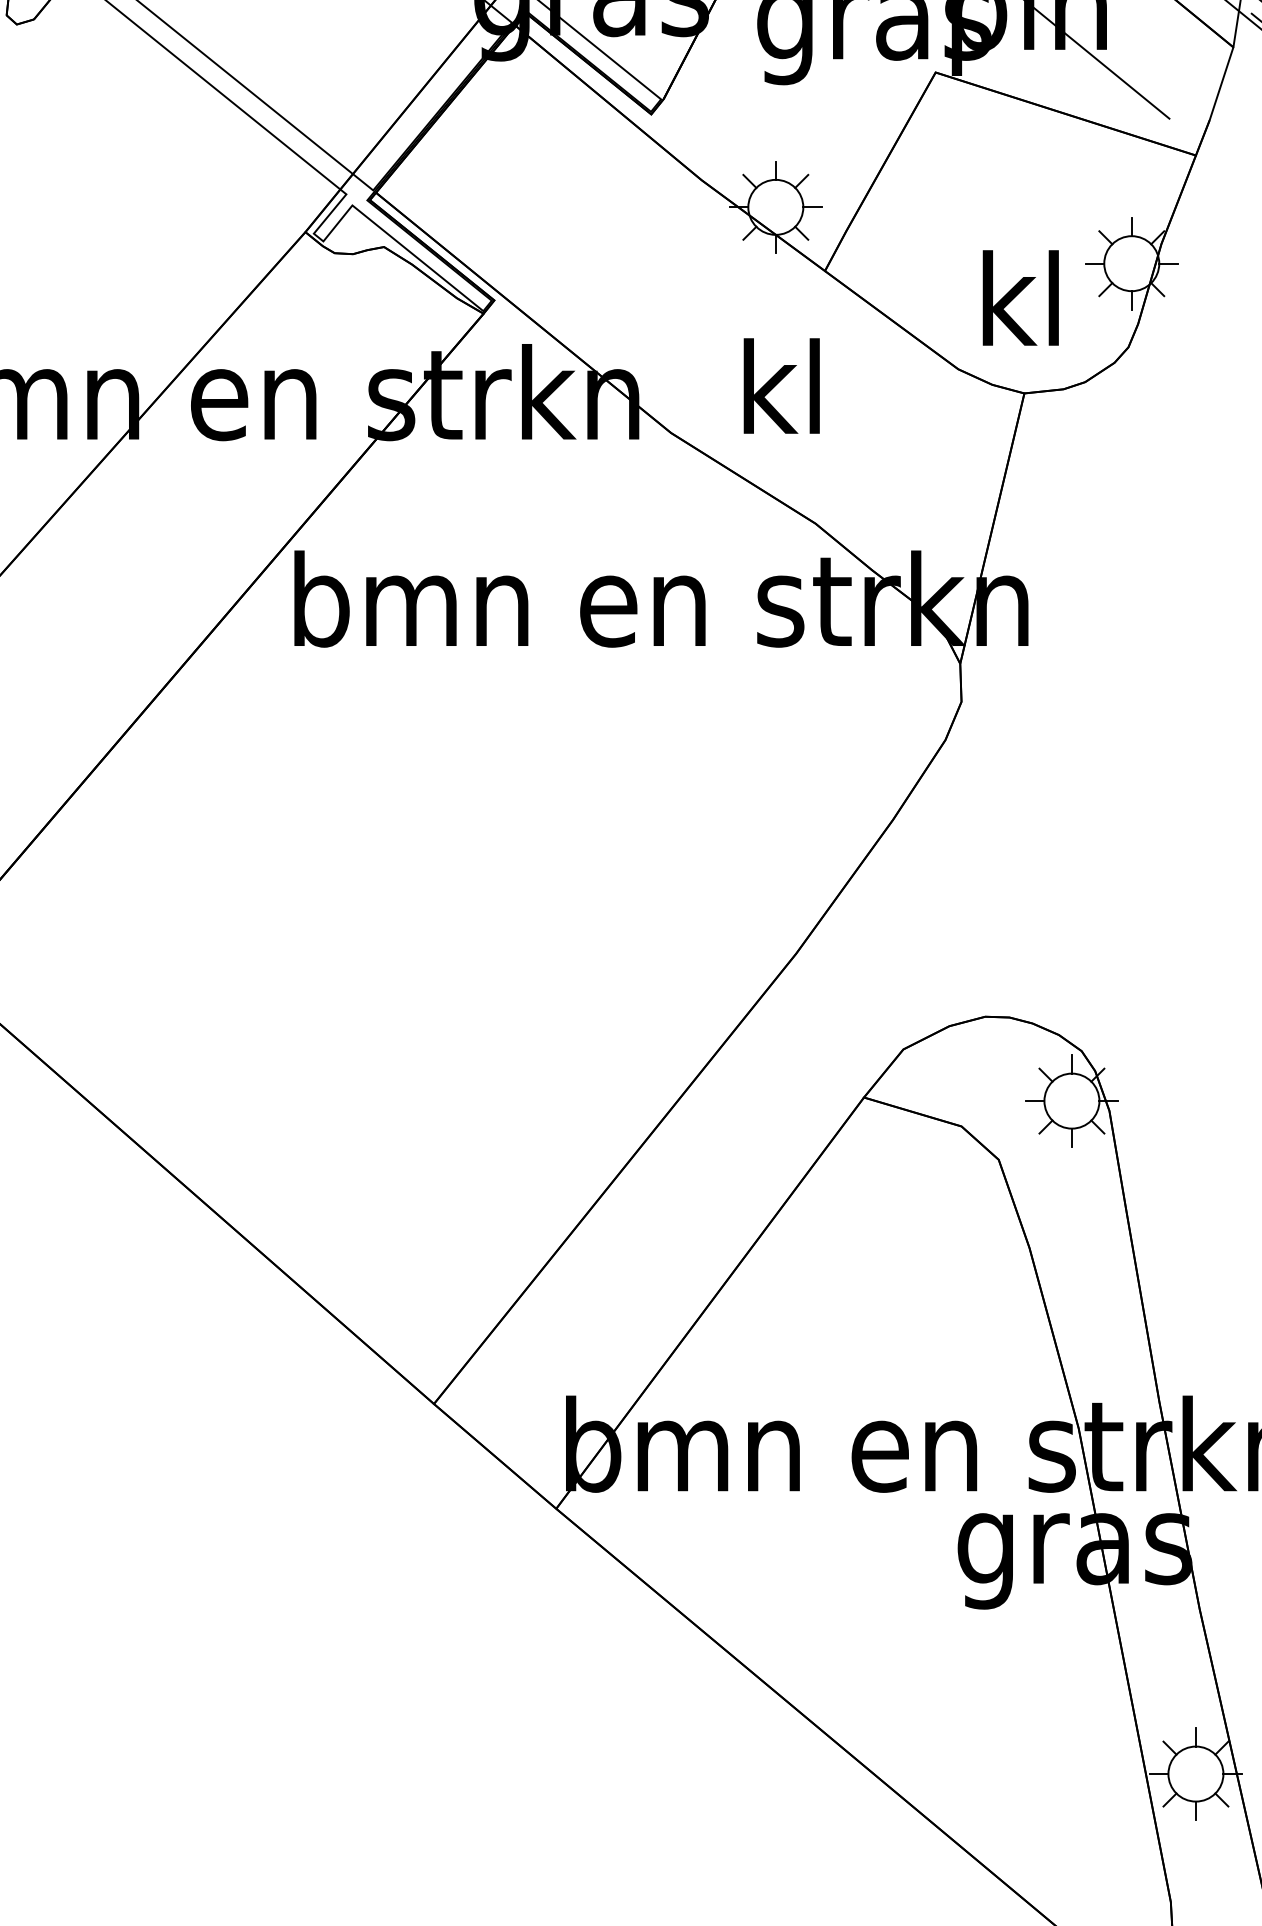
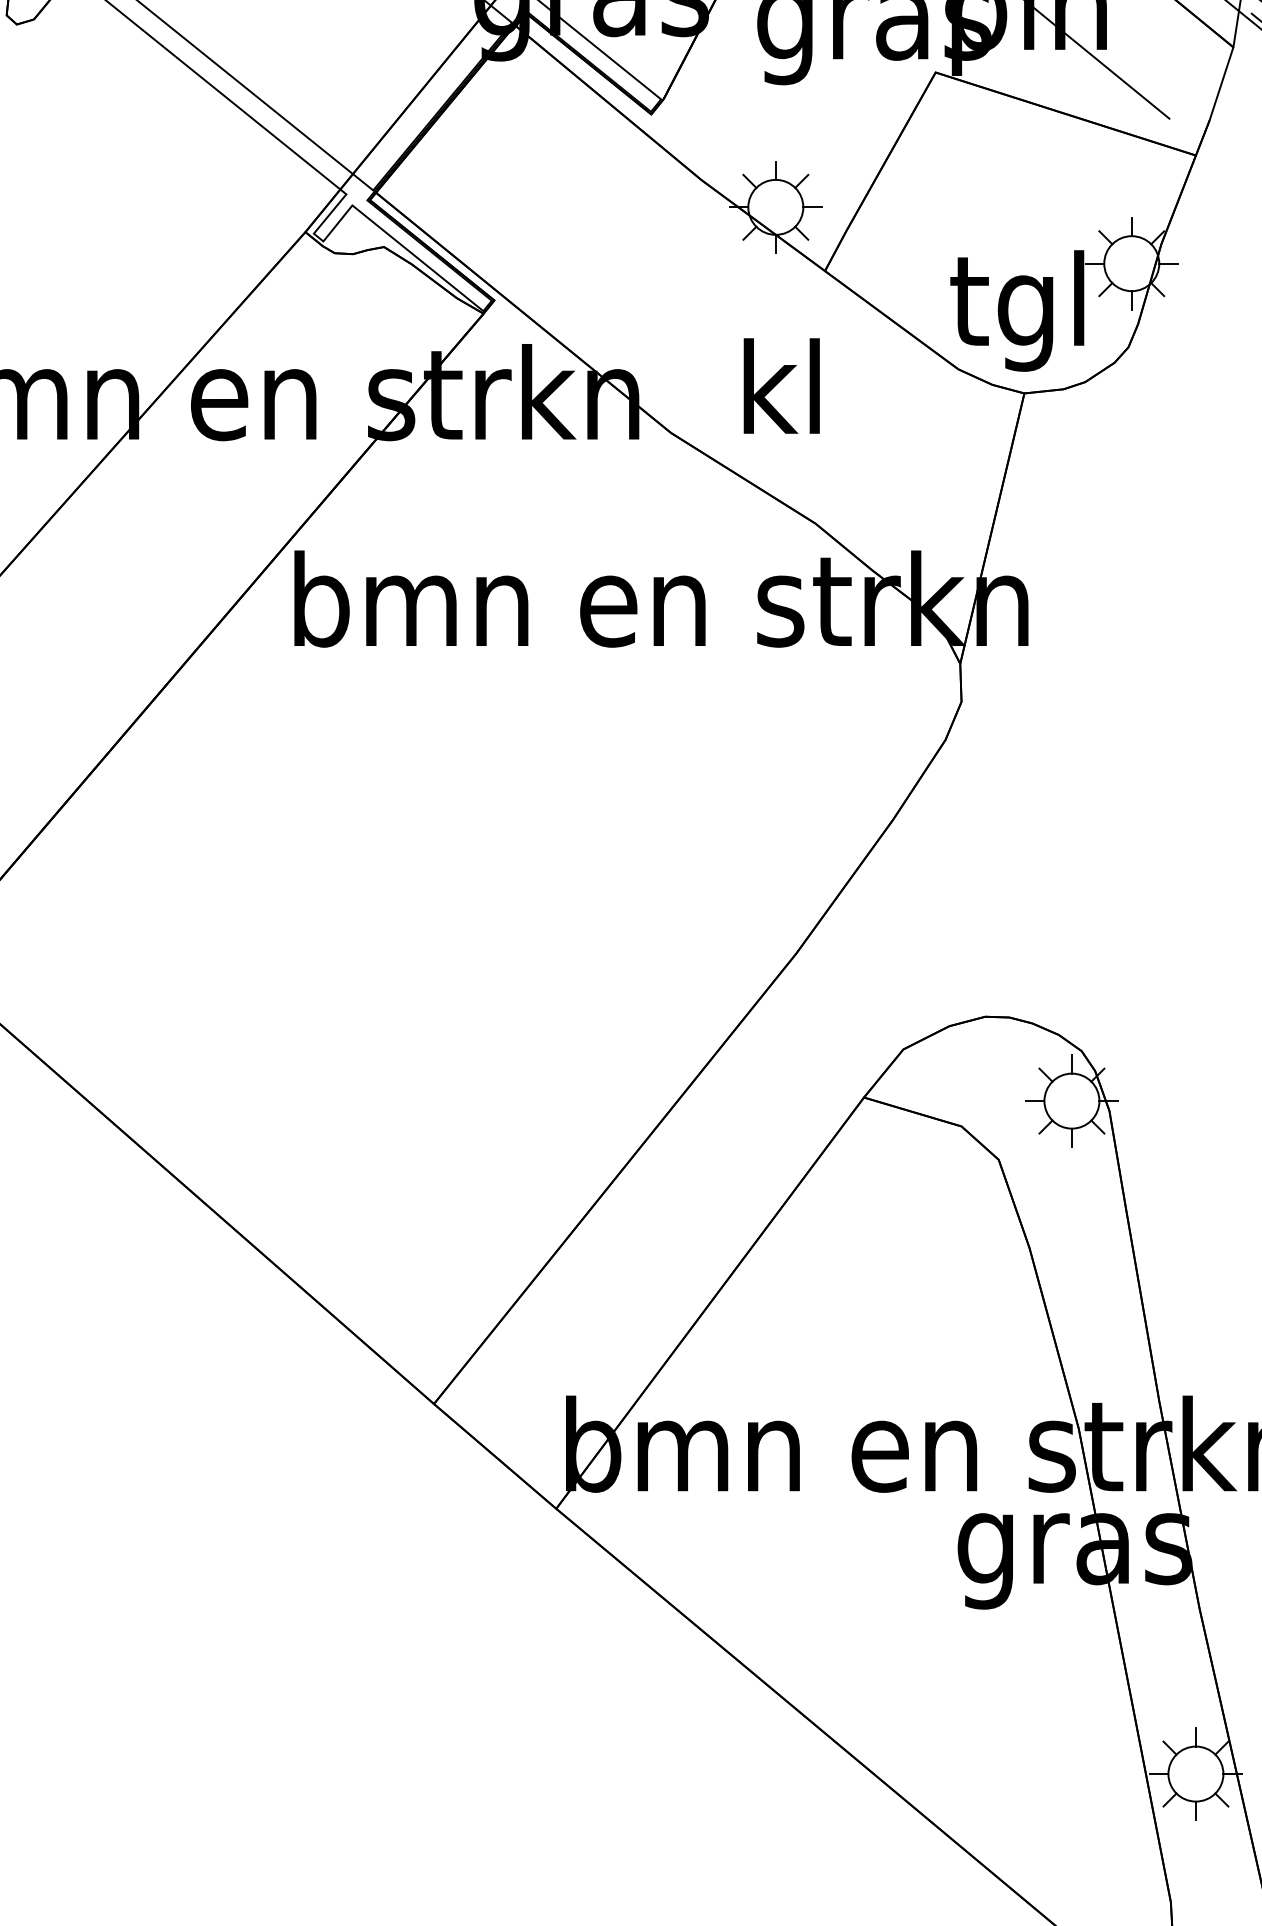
text at (1017, 310): kl -> tgl
